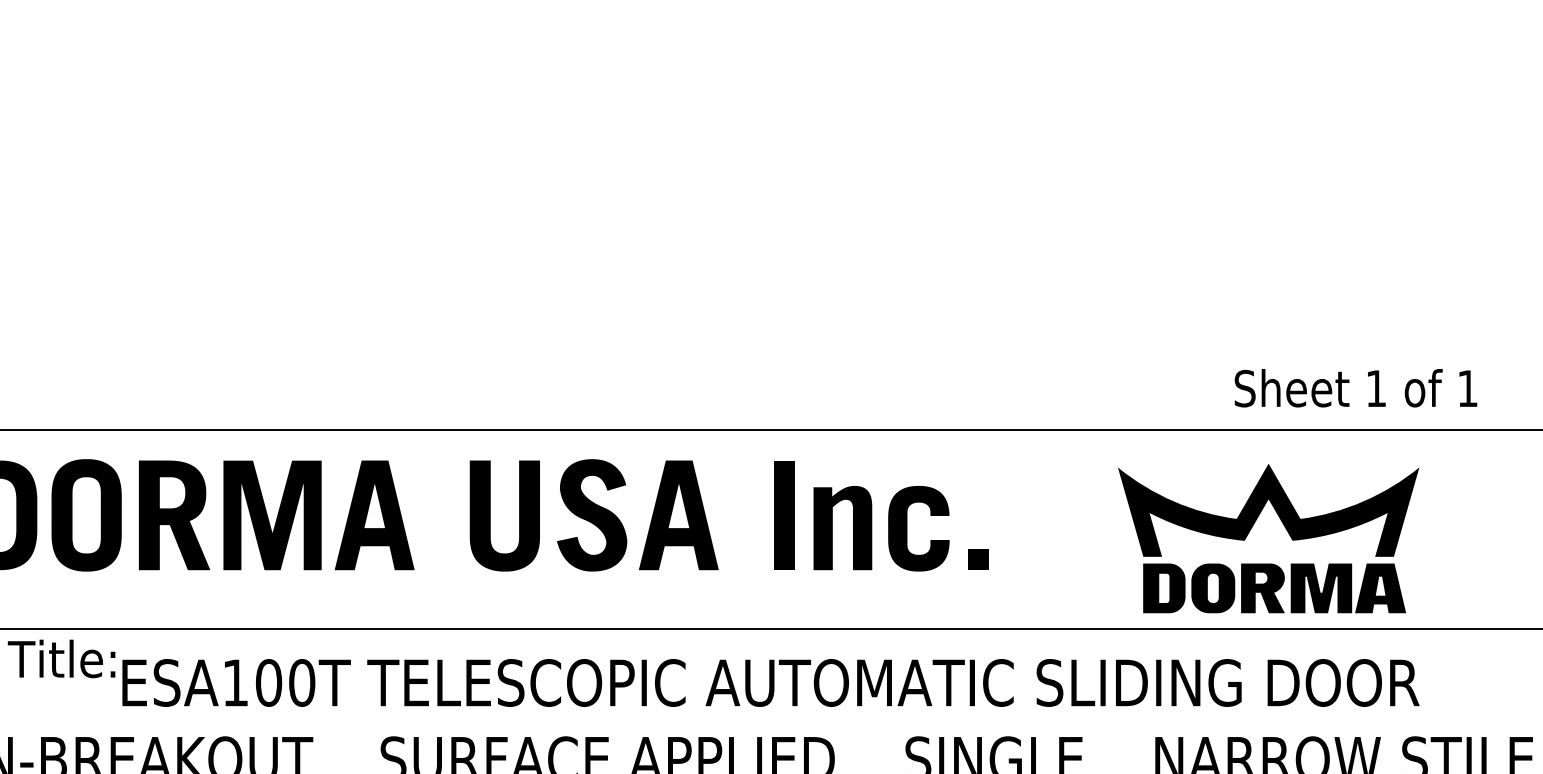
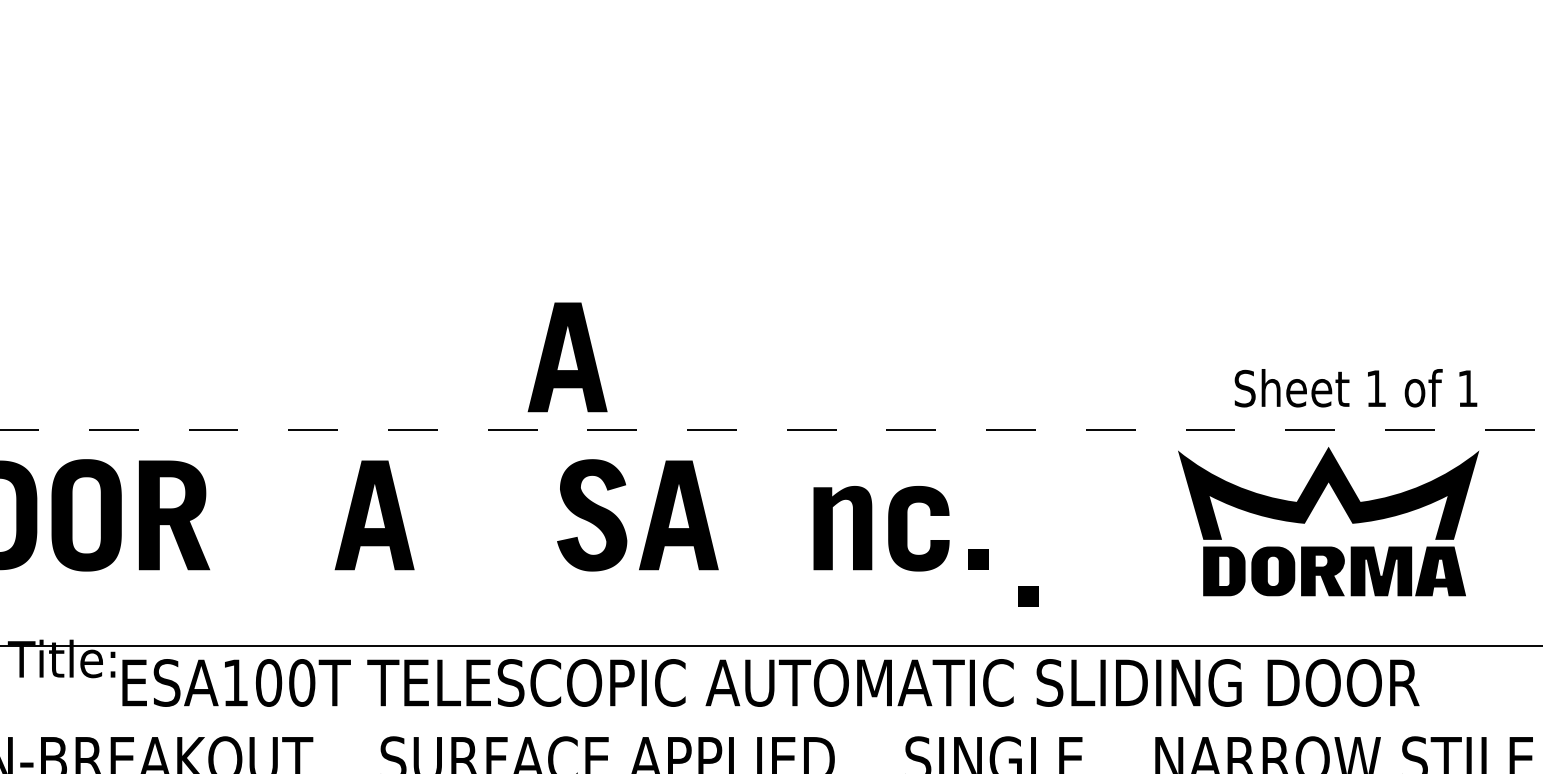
part at (567, 357): none -> present
line at (771, 430): solid -> dashed
fill at (272, 515): present -> none
fill at (504, 515): present -> none
part at (784, 515): present -> none
part at (1251, 529) position: (1251, 529) -> (1311, 512)
part at (1028, 596): none -> present
line at (770, 629) position: (770, 629) -> (770, 646)
